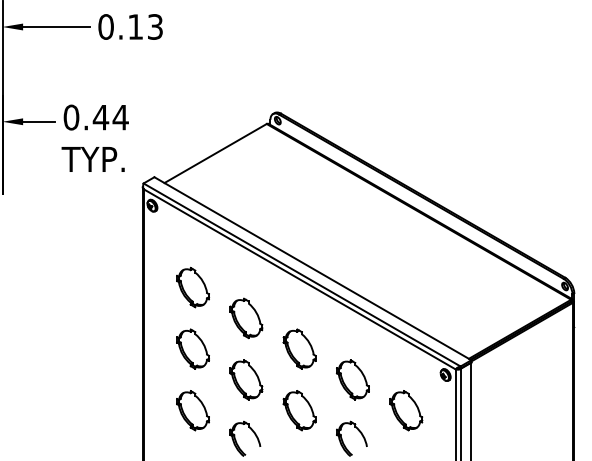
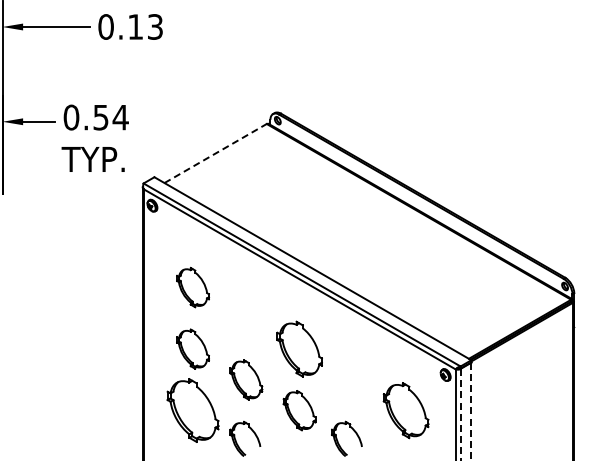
text at (100, 117): 0.44 -> 0.54
line at (216, 153): solid -> dashed
part at (246, 318): present -> none
part at (299, 348) size: 35x42 px -> 47x58 px
part at (352, 379): present -> none
part at (192, 410) size: 34x42 px -> 54x65 px
part at (406, 410) size: 35x42 px -> 48x58 px
line at (471, 411): solid -> dashed
line at (460, 414): solid -> dashed
part at (343, 440) position: (343, 440) -> (338, 440)
